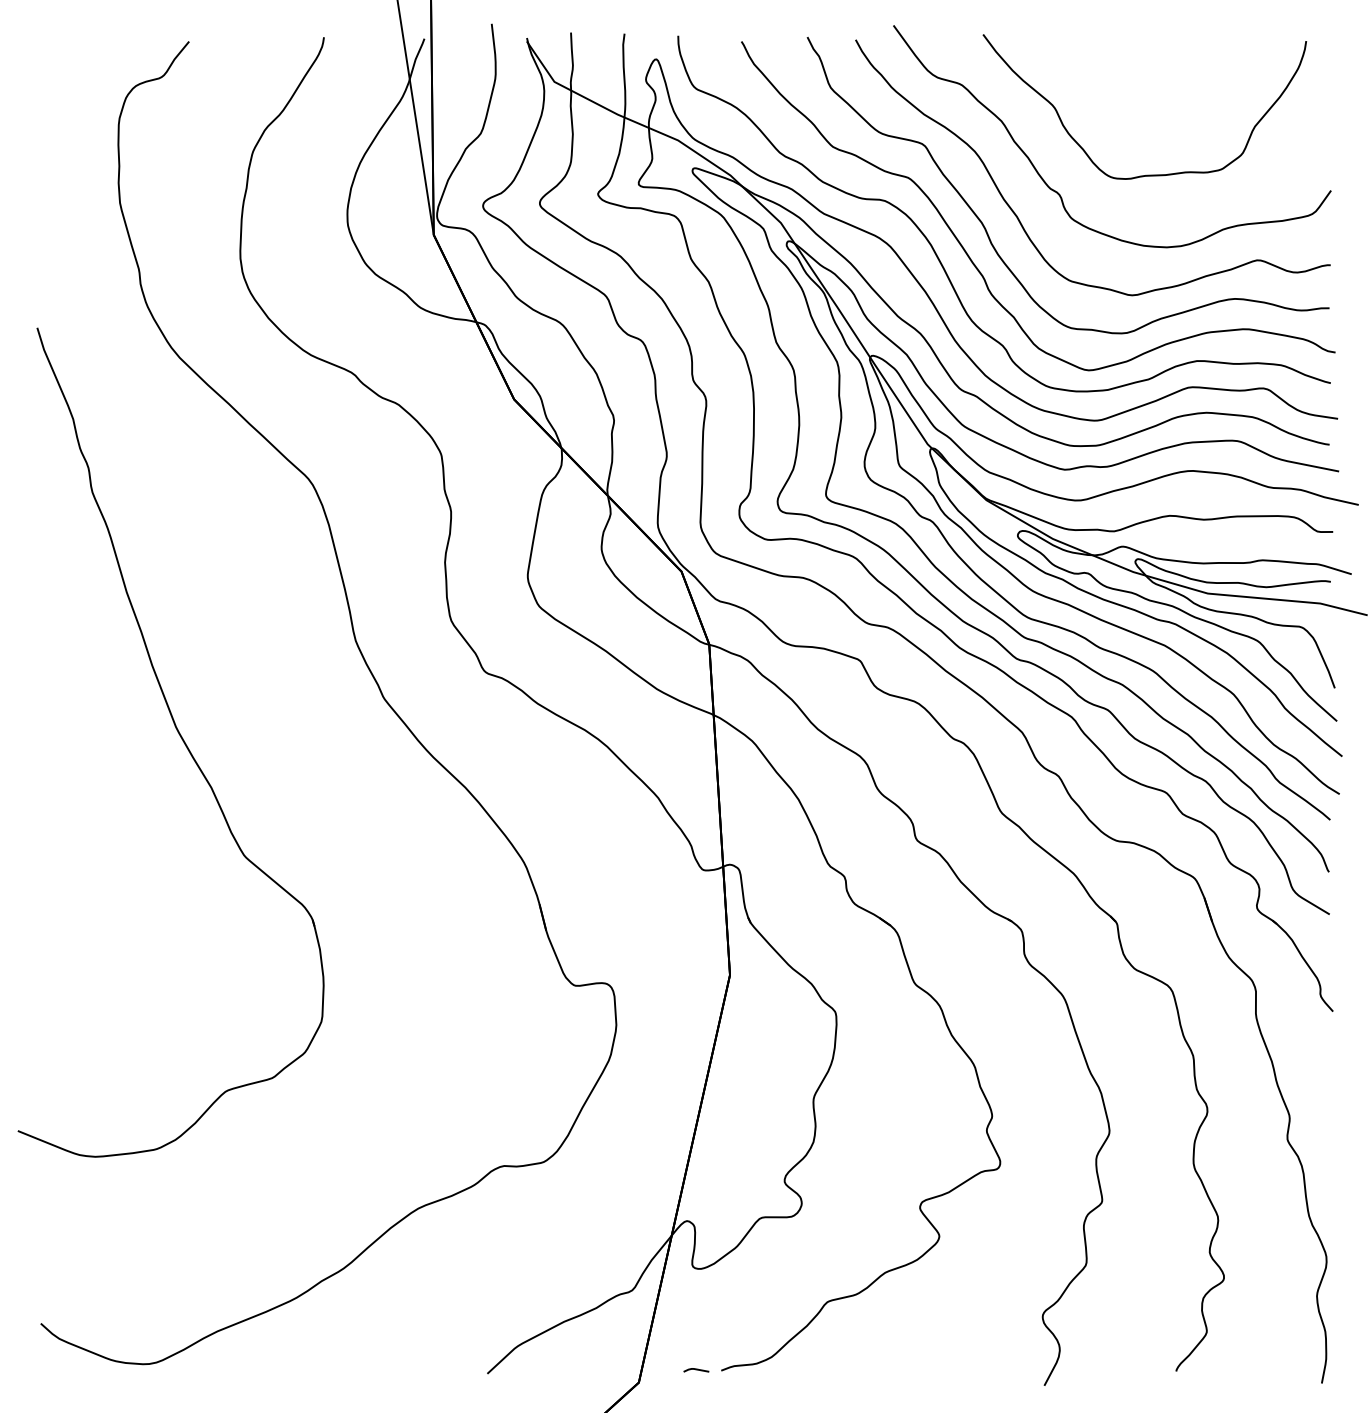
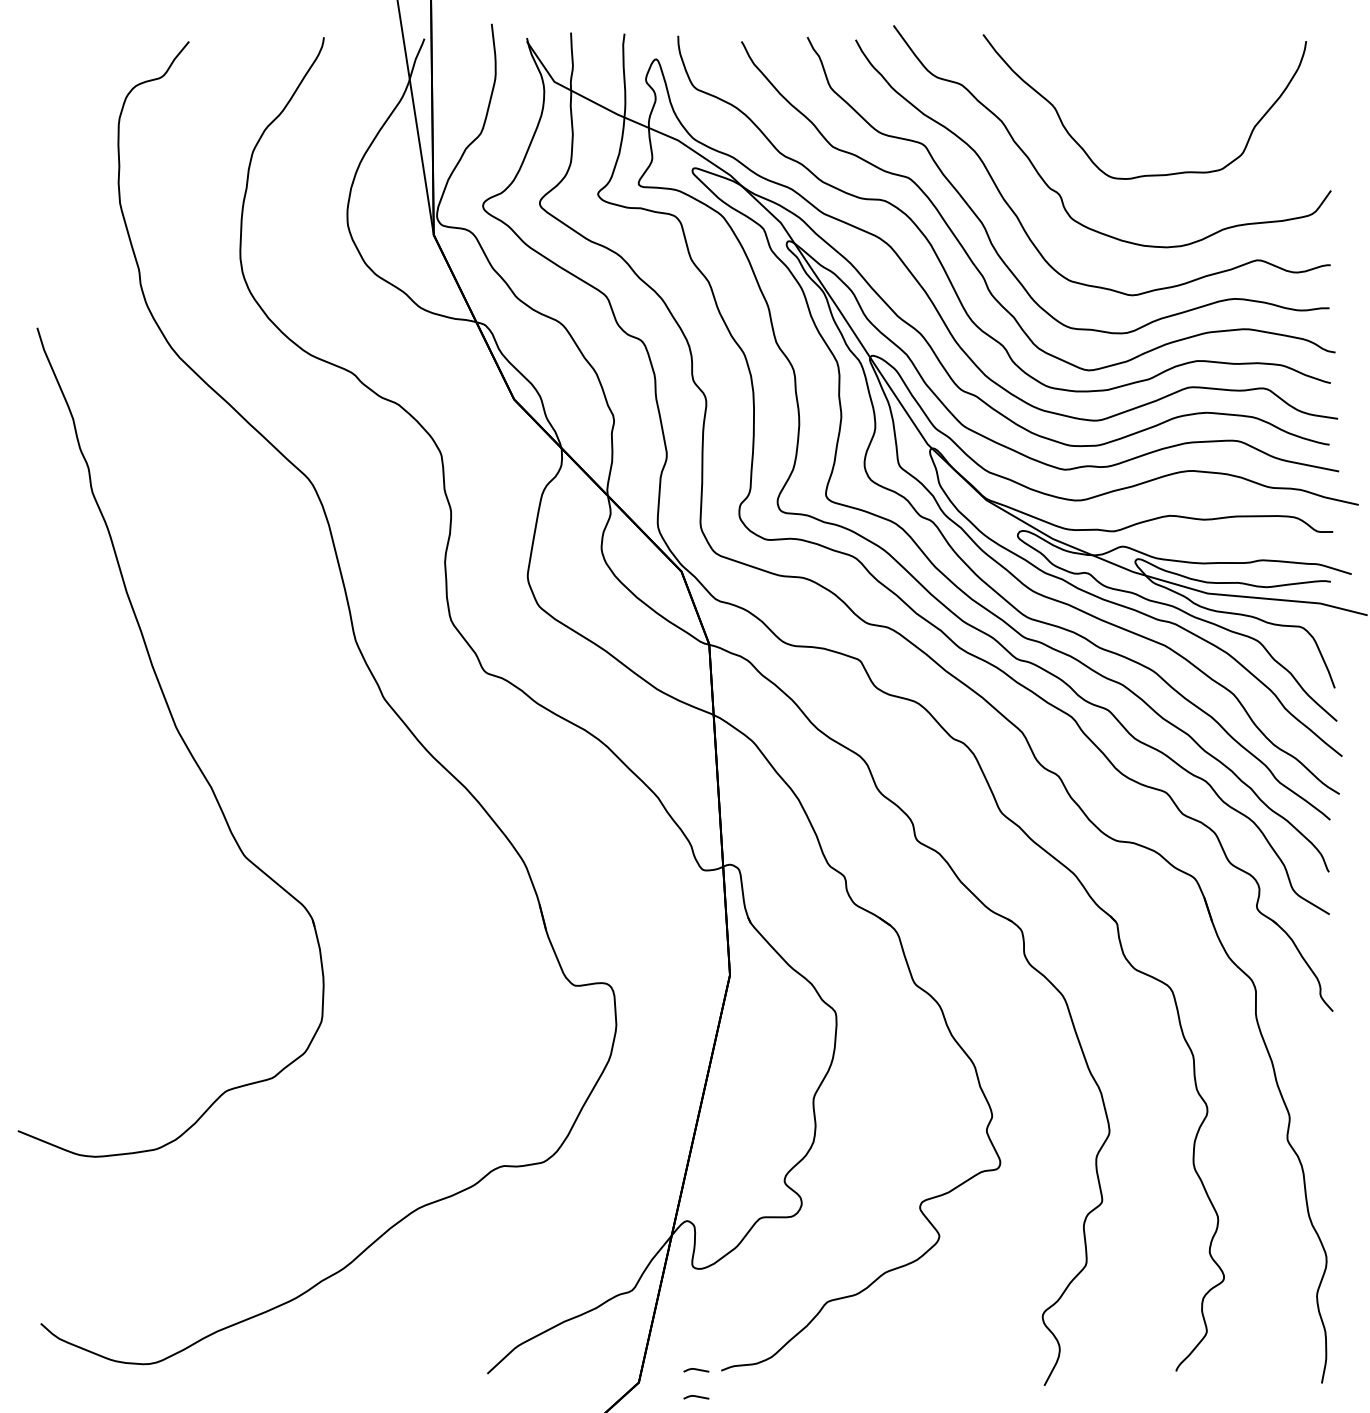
line at (696, 1397): none -> present
